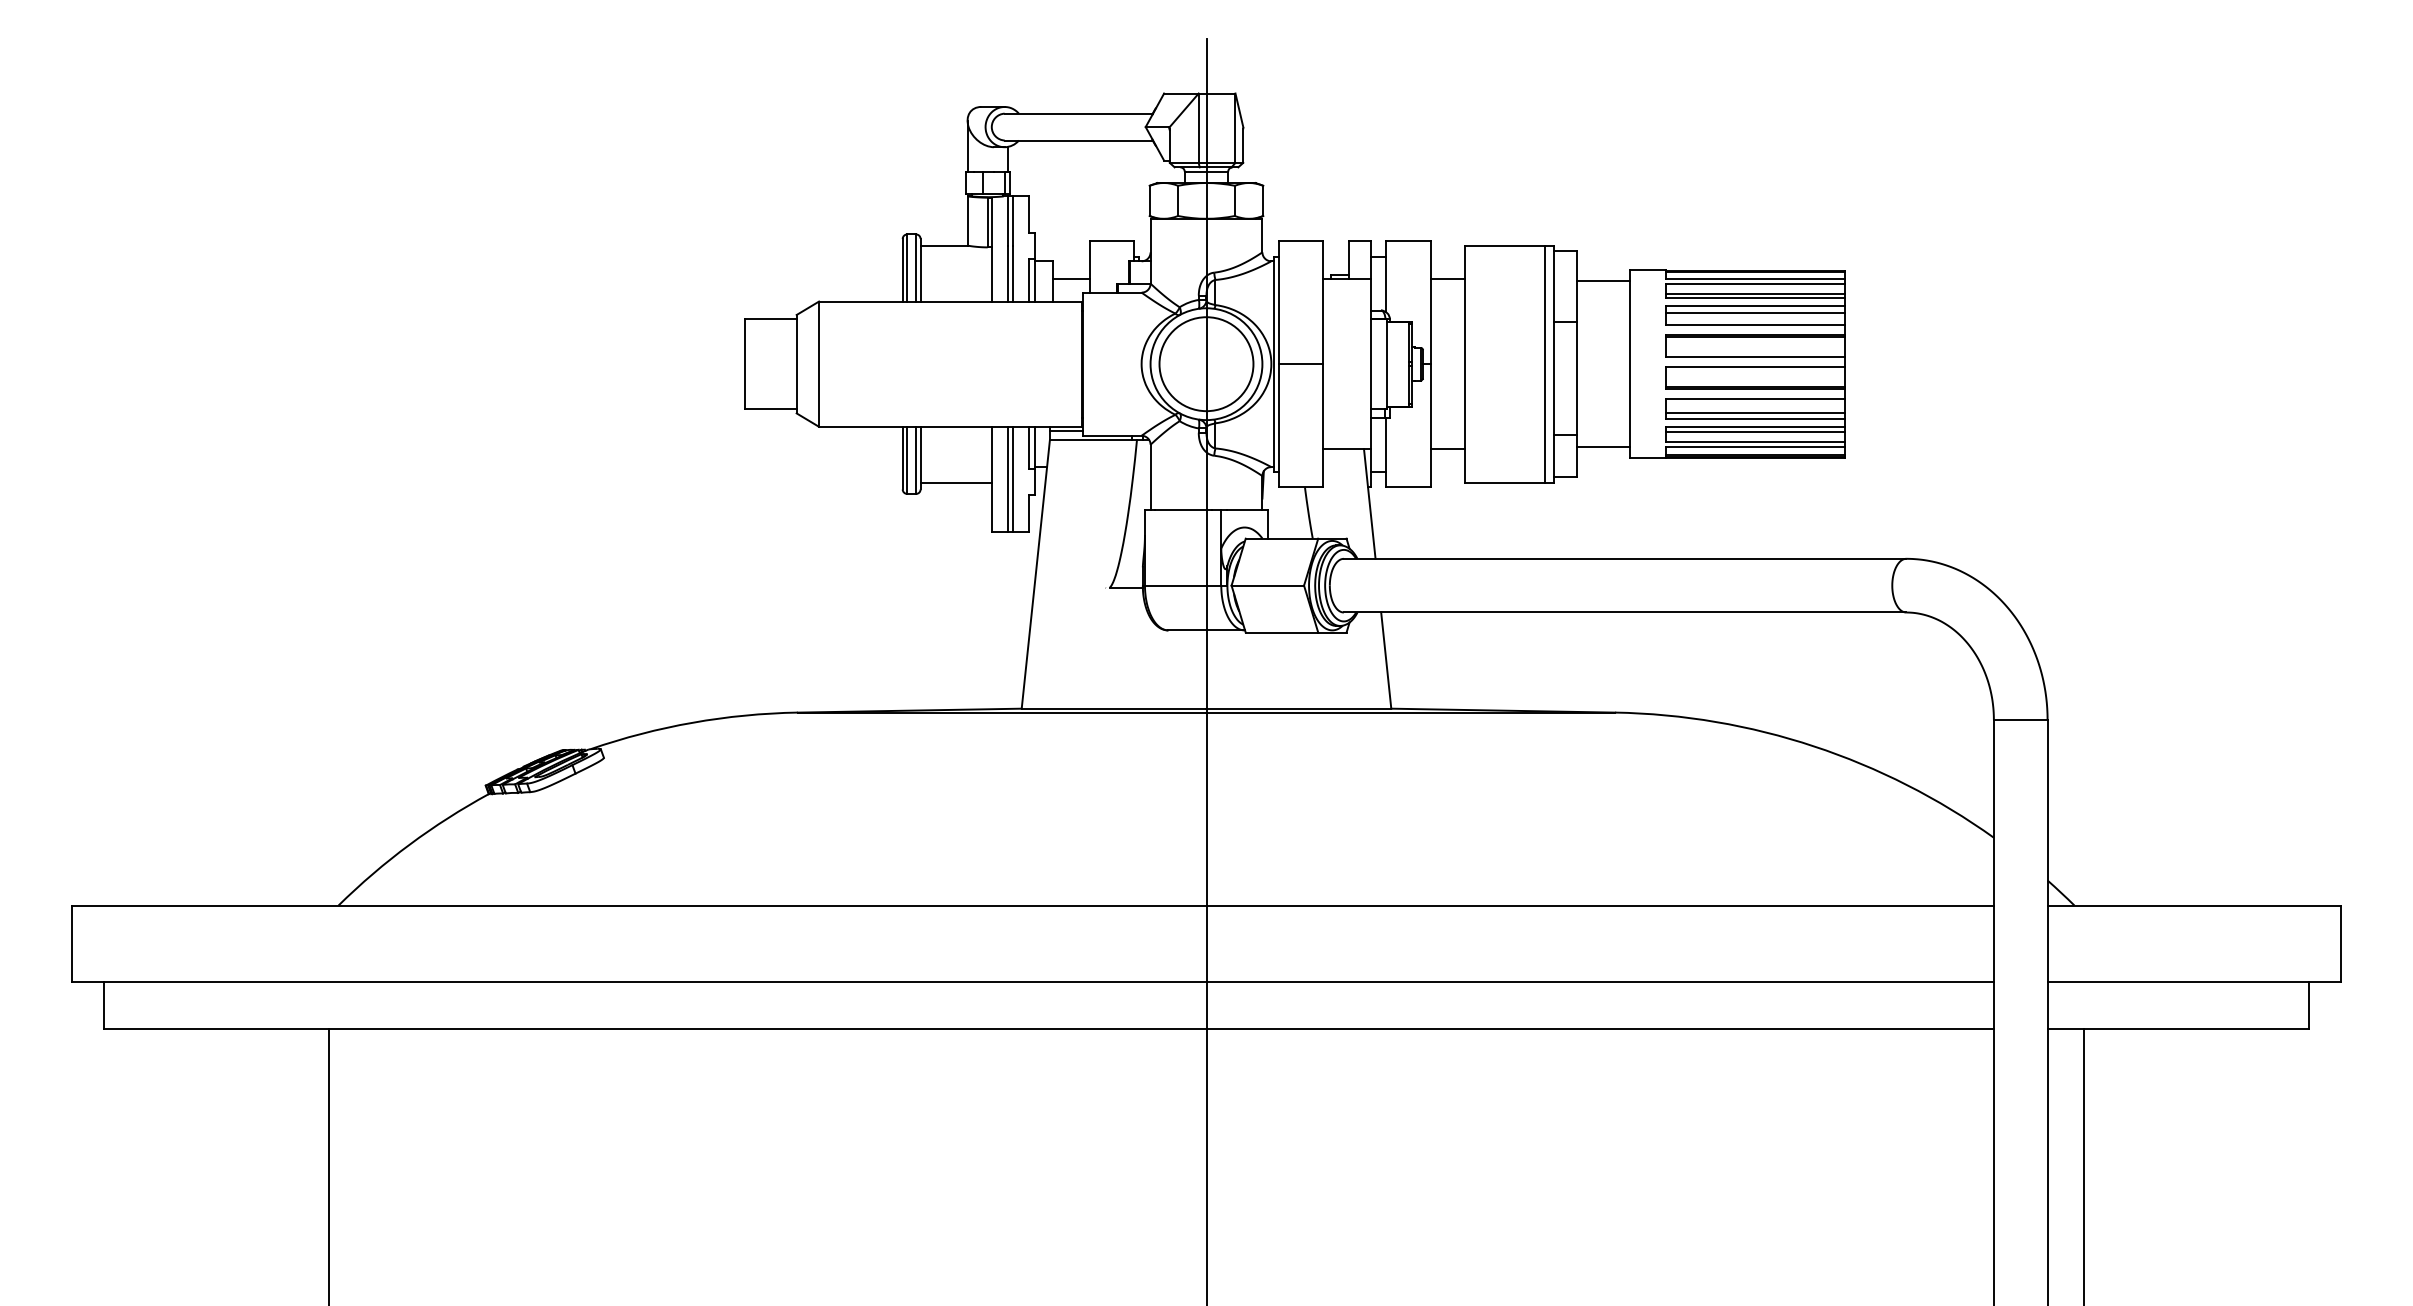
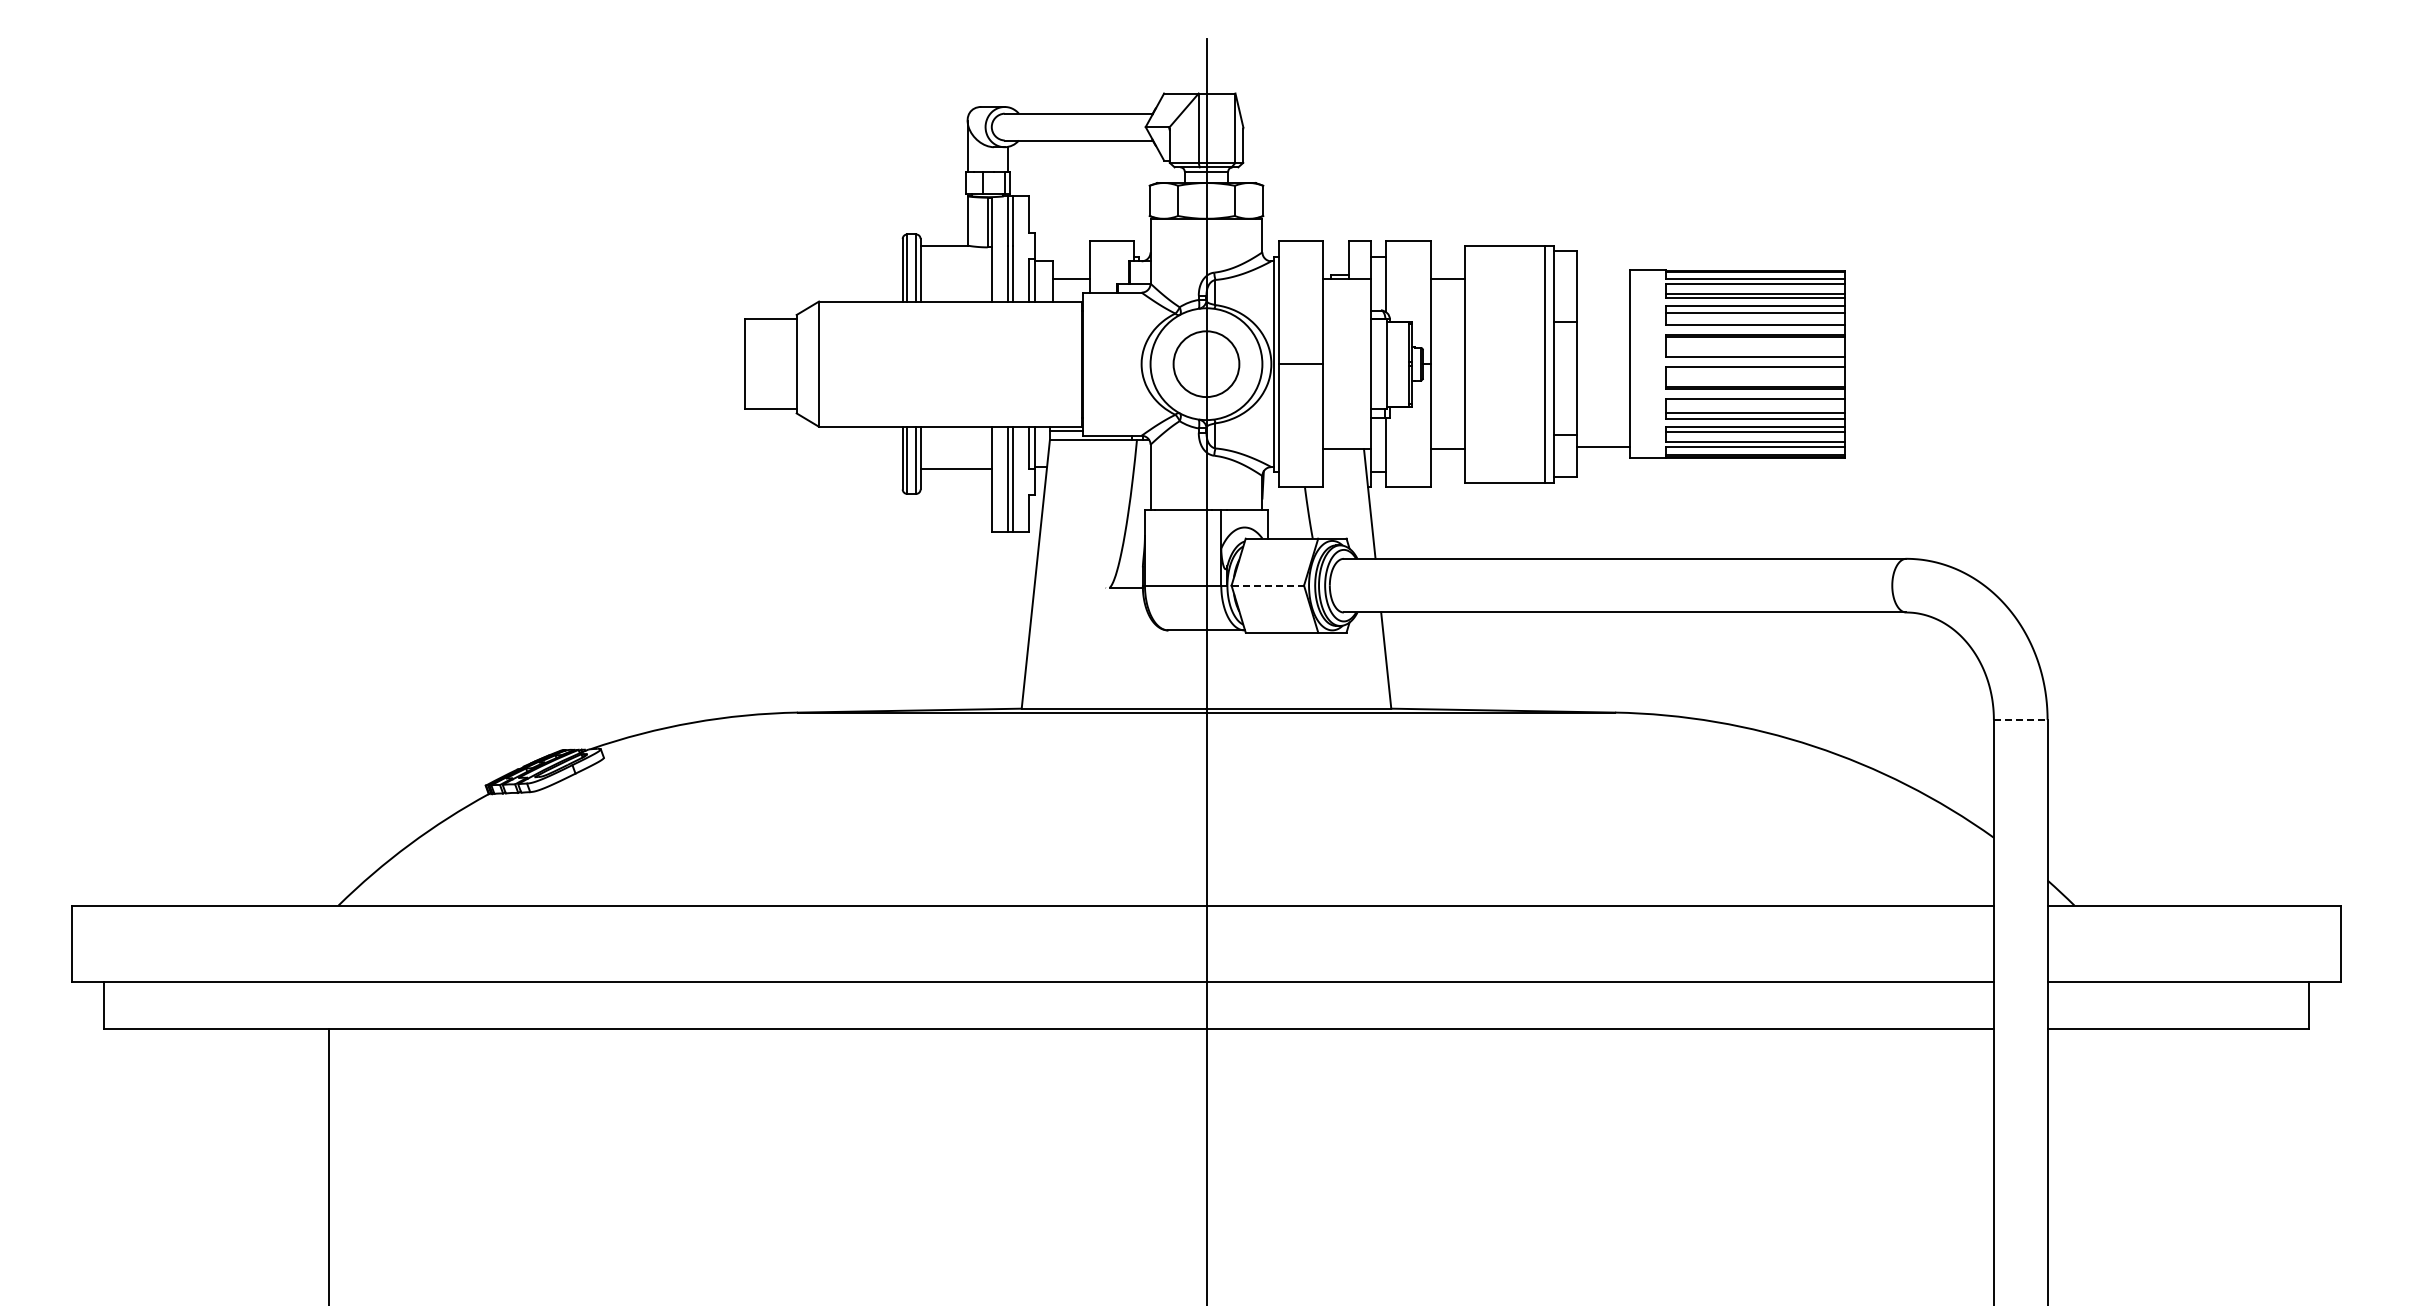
line at (1603, 281): present -> none
circle at (1206, 364) diameter: 94 px -> 66 px
line at (956, 482) position: (956, 482) -> (956, 468)
line at (1268, 585): solid -> dashed
line at (2020, 719): solid -> dashed
line at (2083, 1165): present -> none
